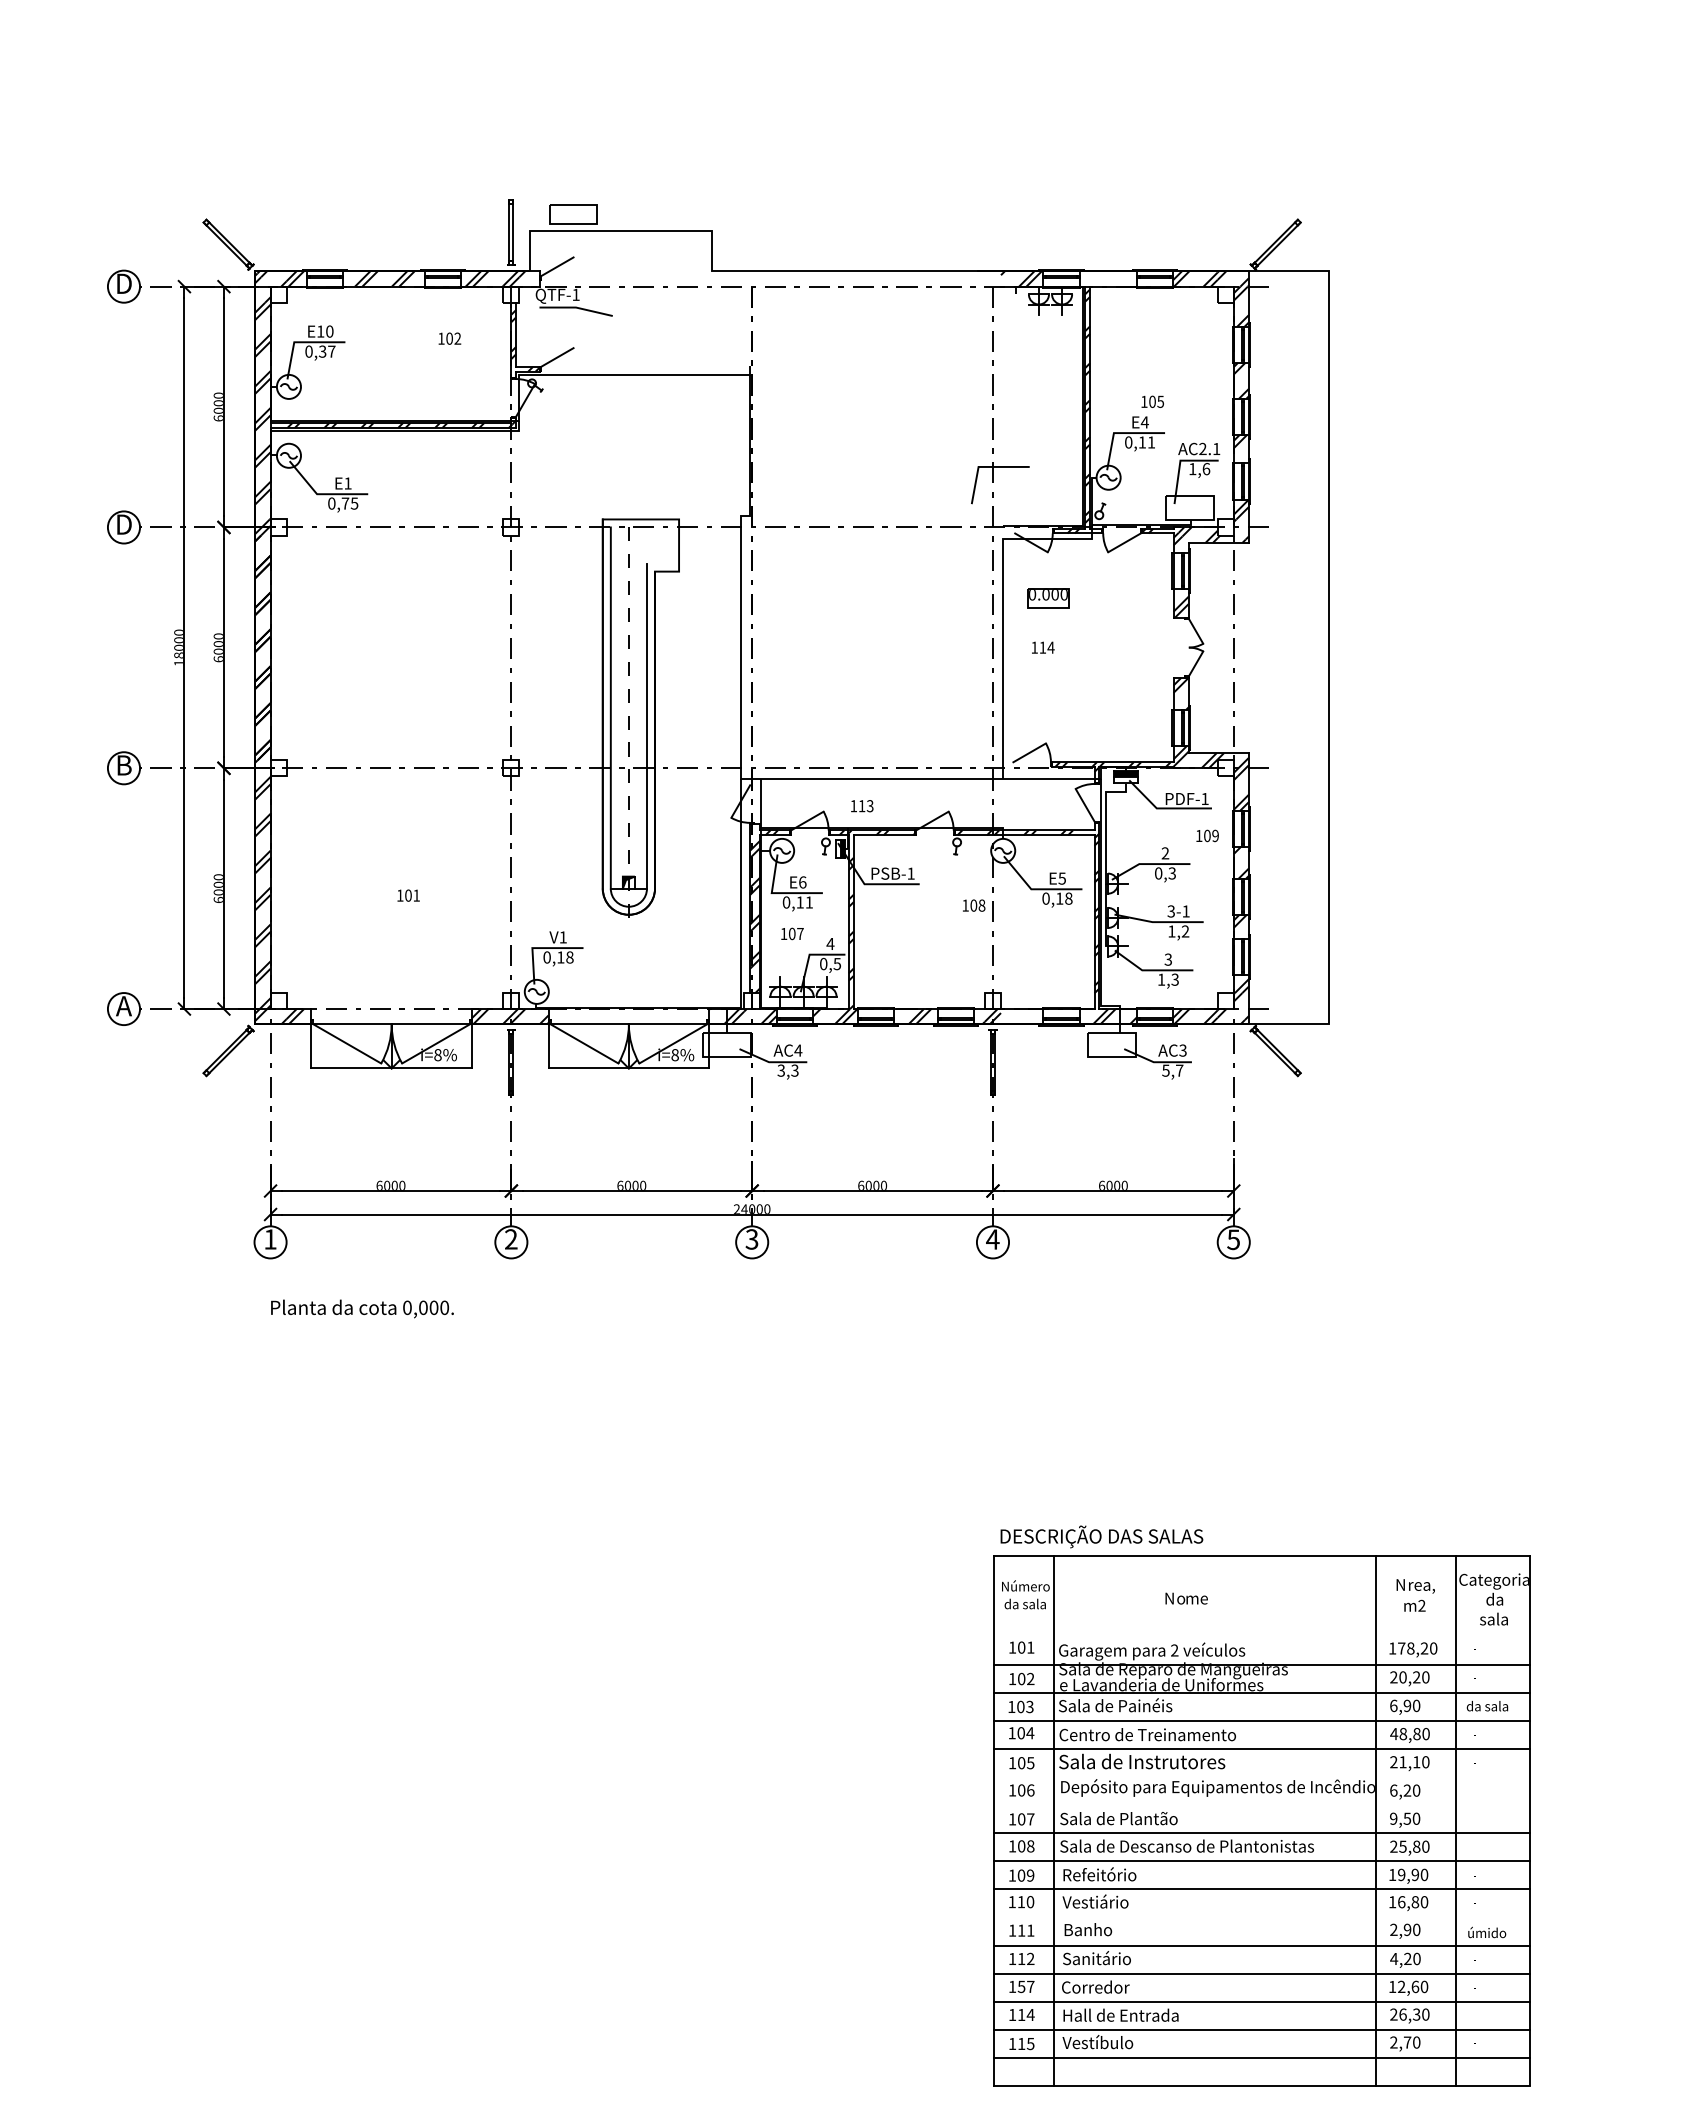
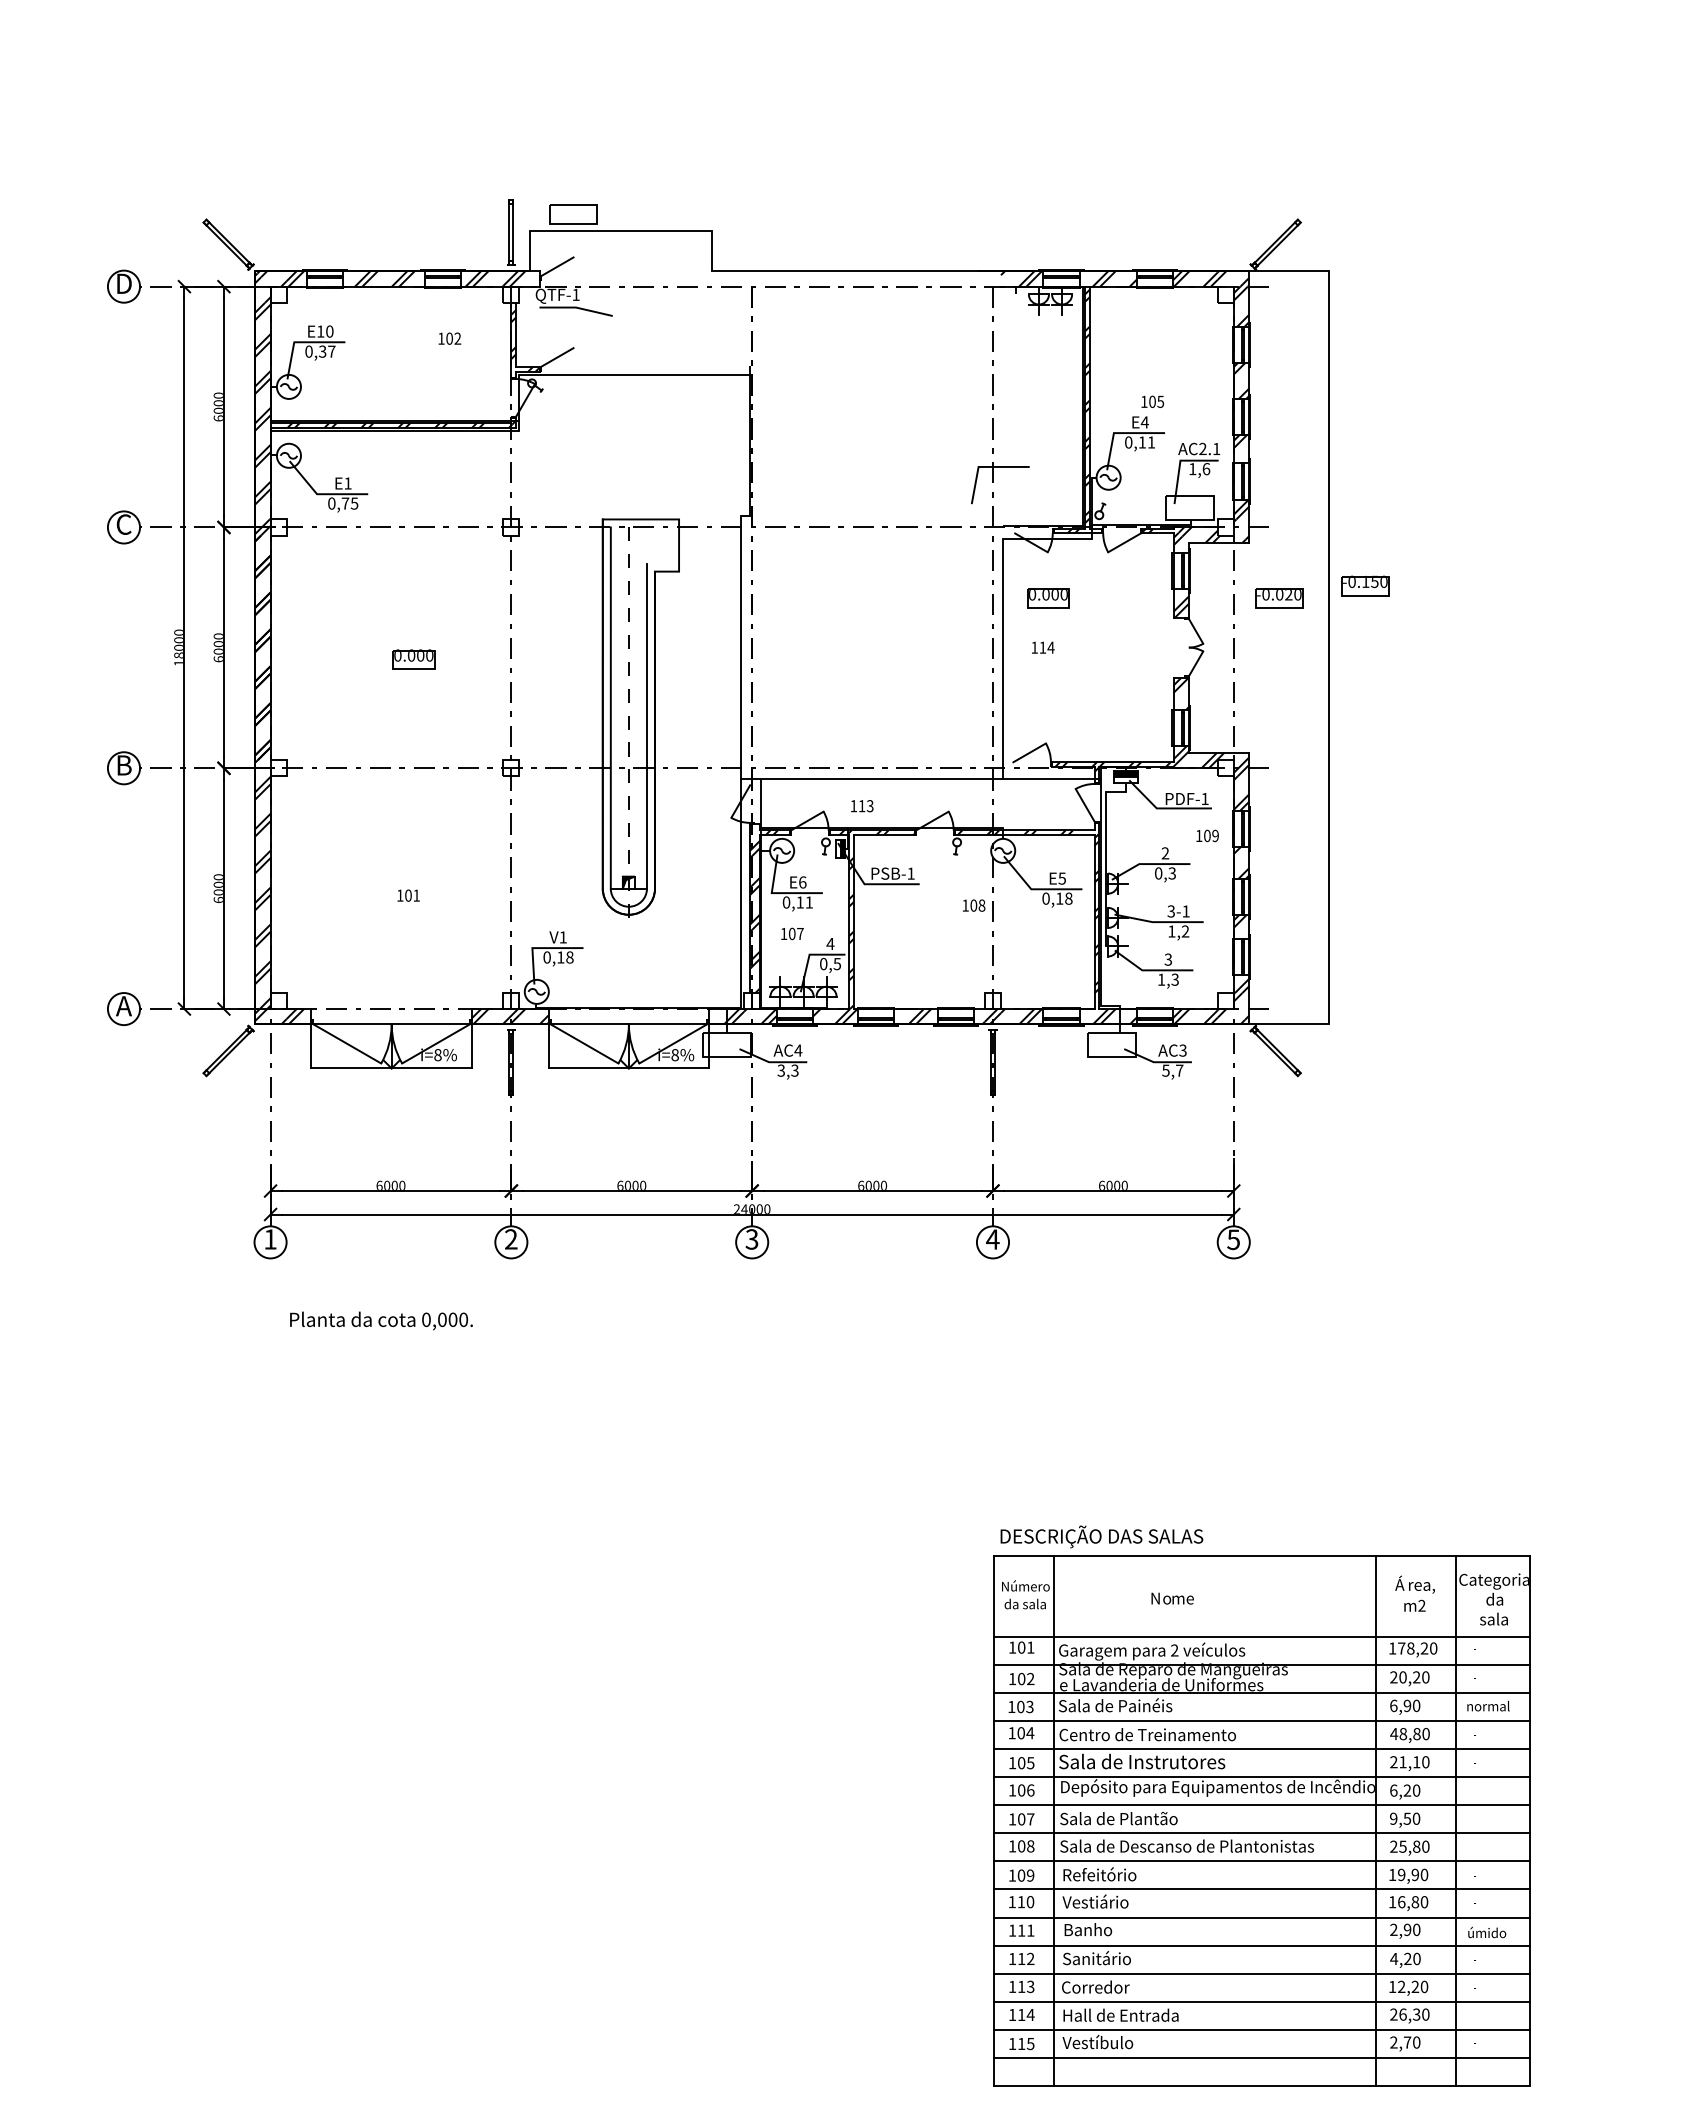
hatch at (1114, 278): none -> present
text at (123, 524): D -> C
part at (1365, 585): none -> present
part at (1279, 598): none -> present
part at (413, 659): none -> present
hatch at (1021, 1016): none -> present
text at (362, 1308) position: (362, 1308) -> (381, 1320)
text at (1399, 1582): N -> Á
text at (1186, 1598) position: (1186, 1598) -> (1172, 1598)
line at (1262, 1636): none -> present
text at (1487, 1705): da sala -> normal
line at (1262, 1777): none -> present
line at (1262, 1805): none -> present
line at (1262, 1917): none -> present
text at (1025, 1986): 157 -> 113
text at (1415, 1986): 12,60 -> 12,20
